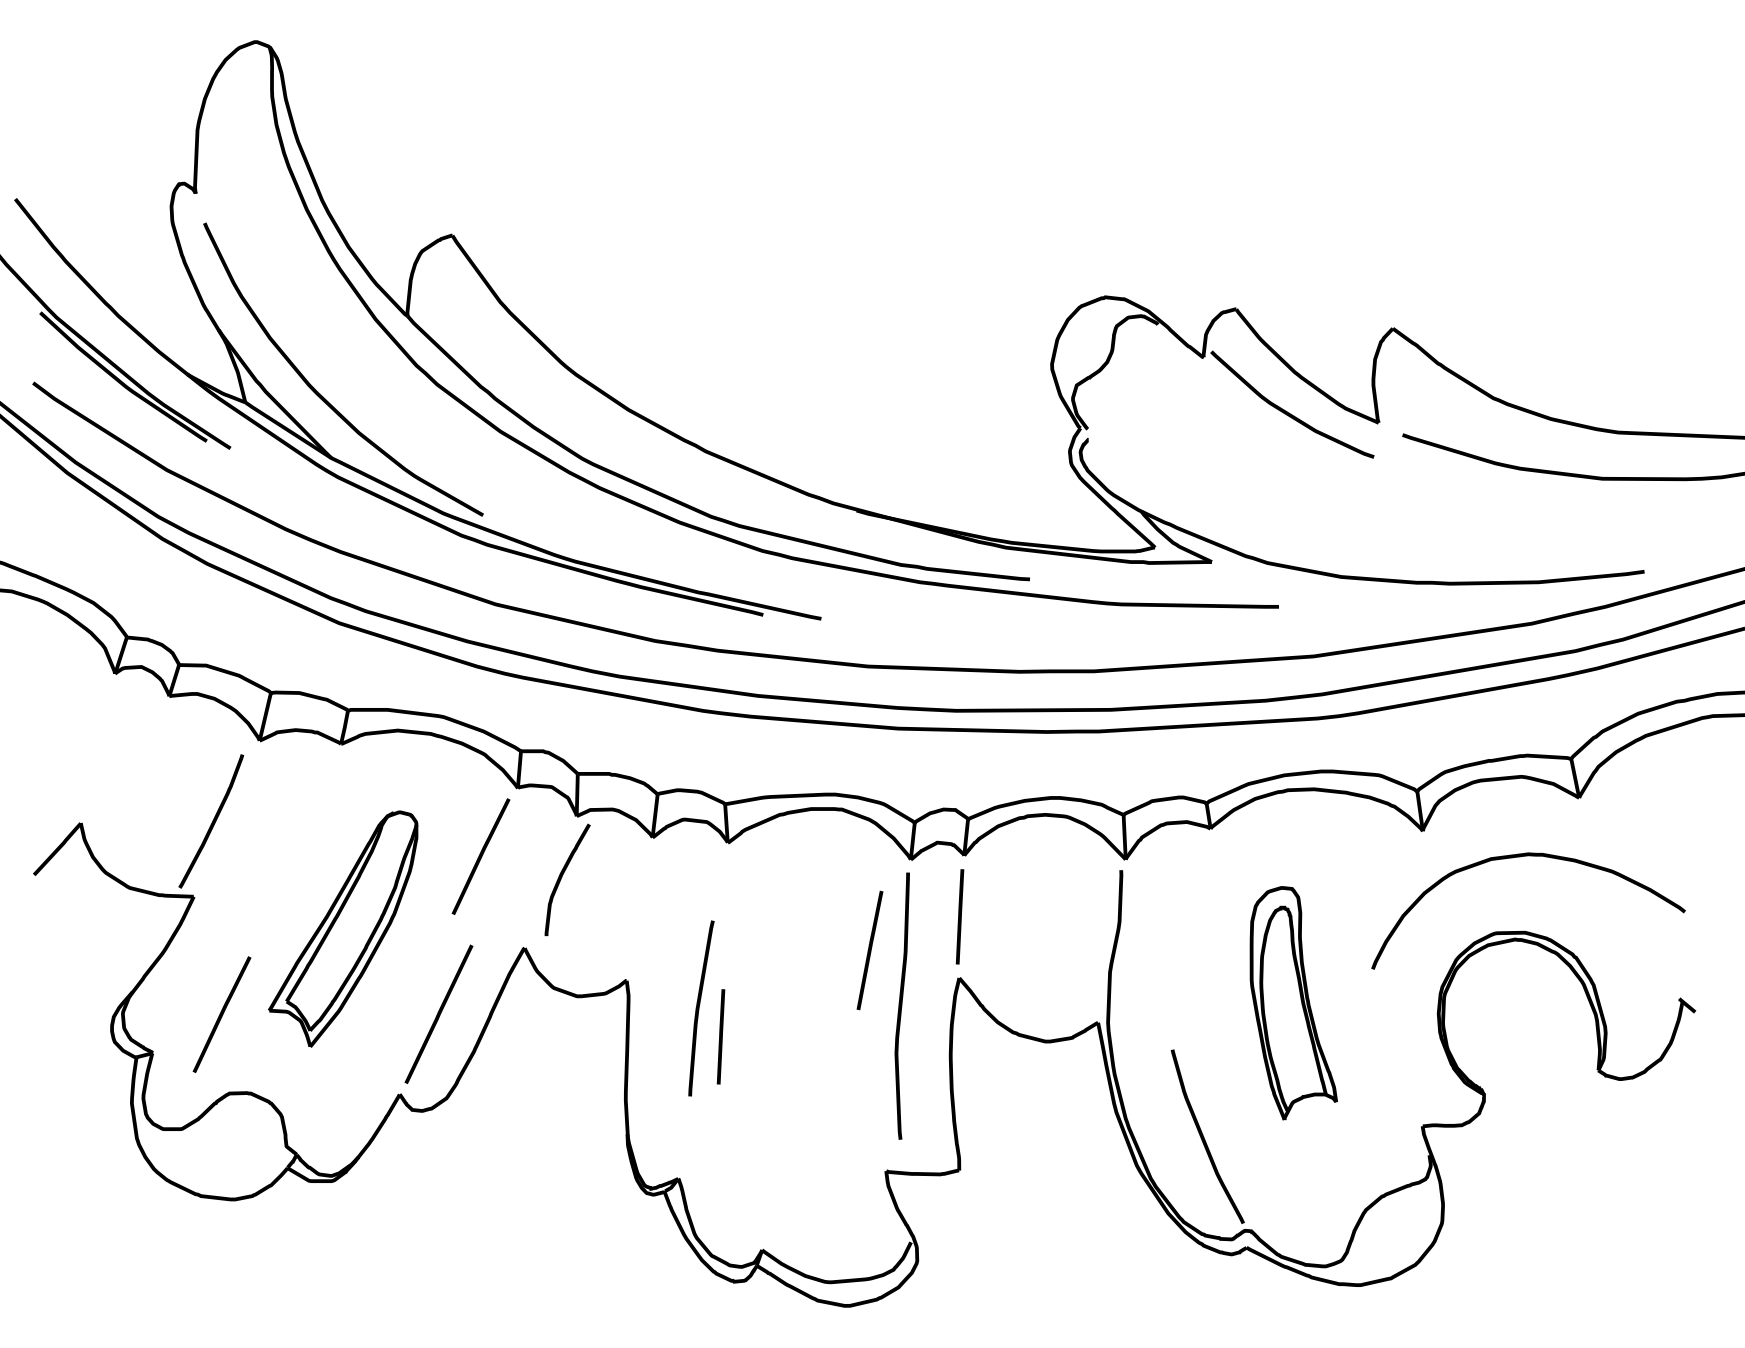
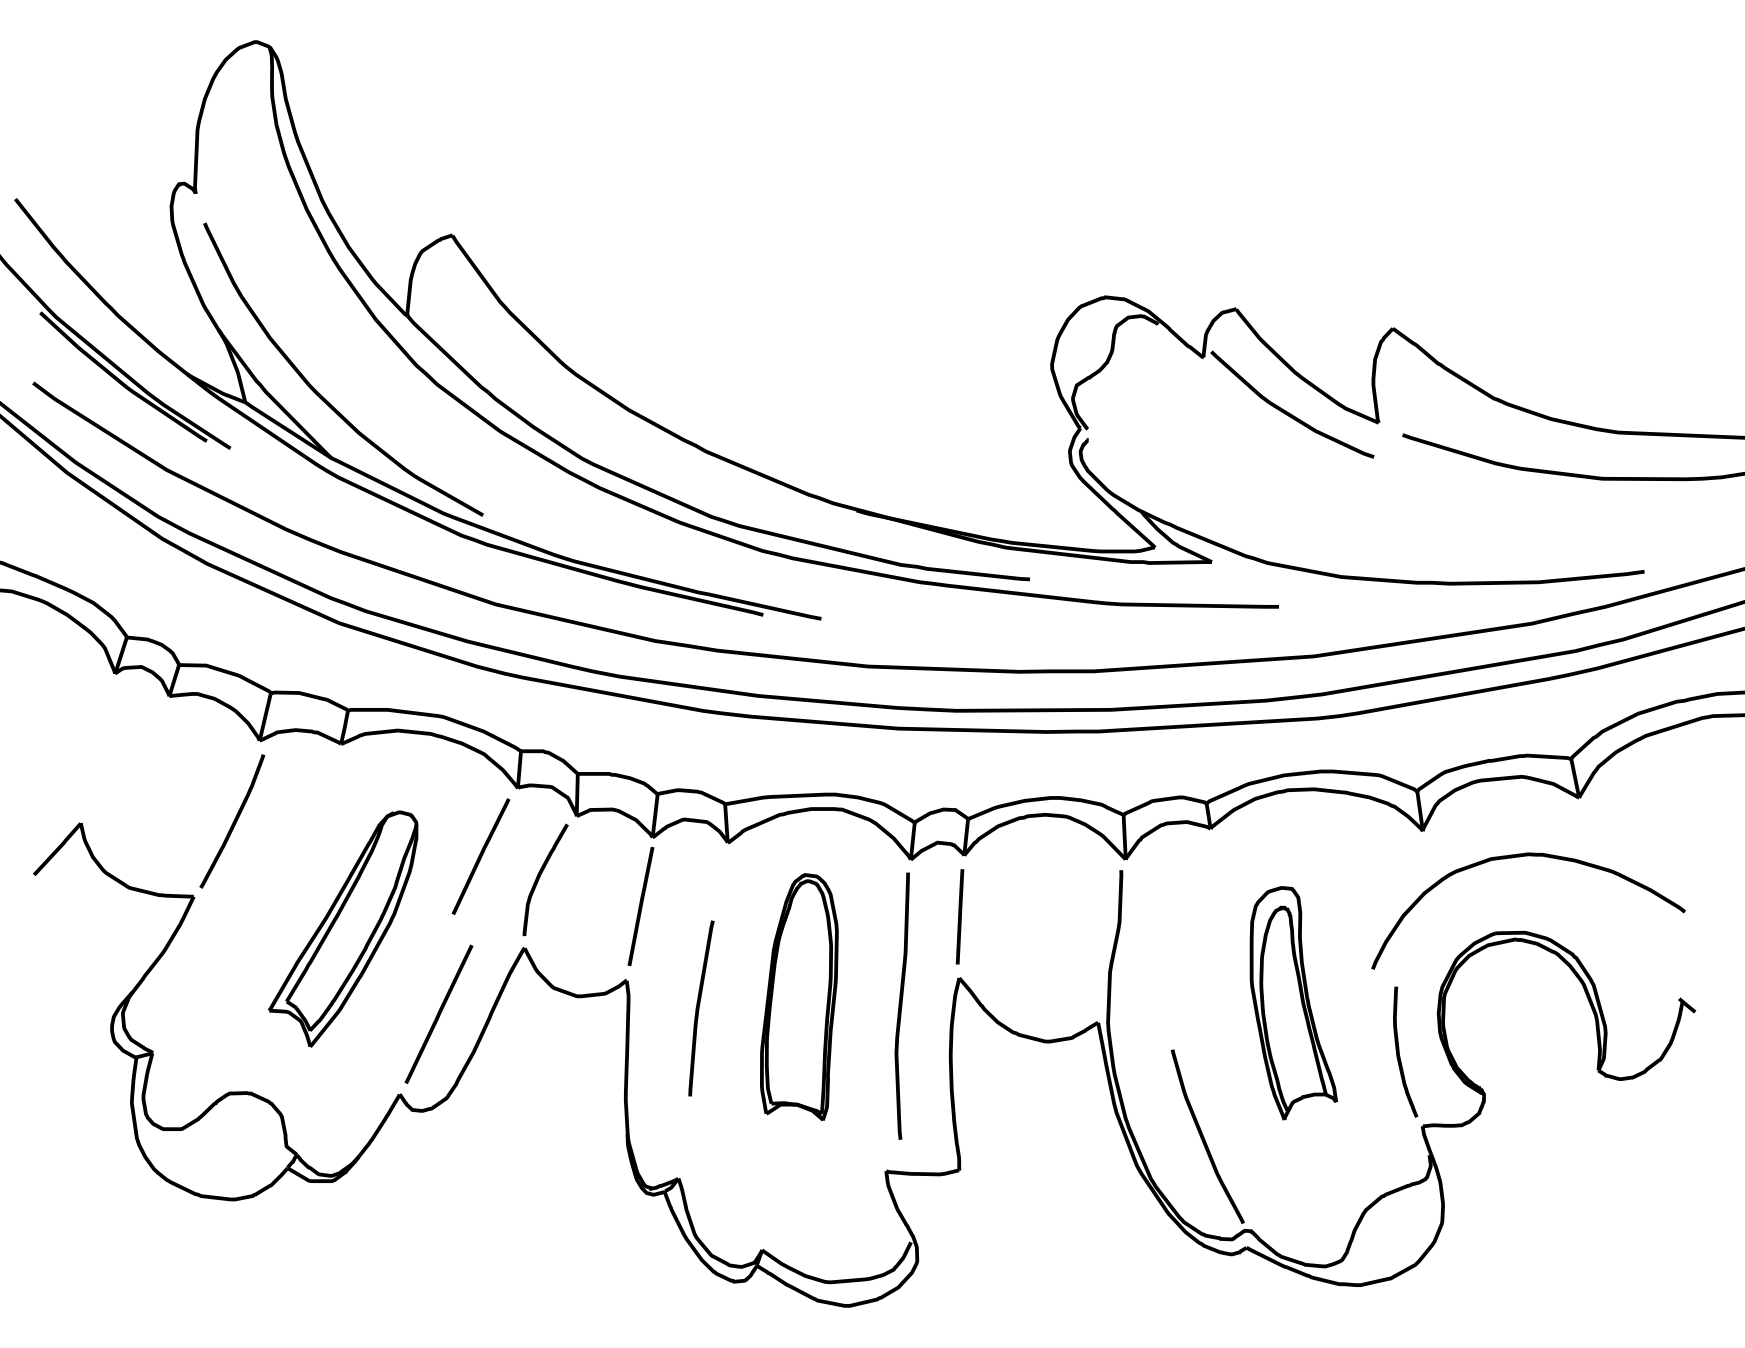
curve at (212, 821) position: (212, 821) -> (233, 821)
curve at (562, 877) position: (562, 877) -> (540, 877)
curve at (869, 950) position: (869, 950) -> (640, 906)
part at (799, 997): none -> present
curve at (221, 1014): present -> none
curve at (720, 1036): present -> none
curve at (1399, 1051): none -> present
